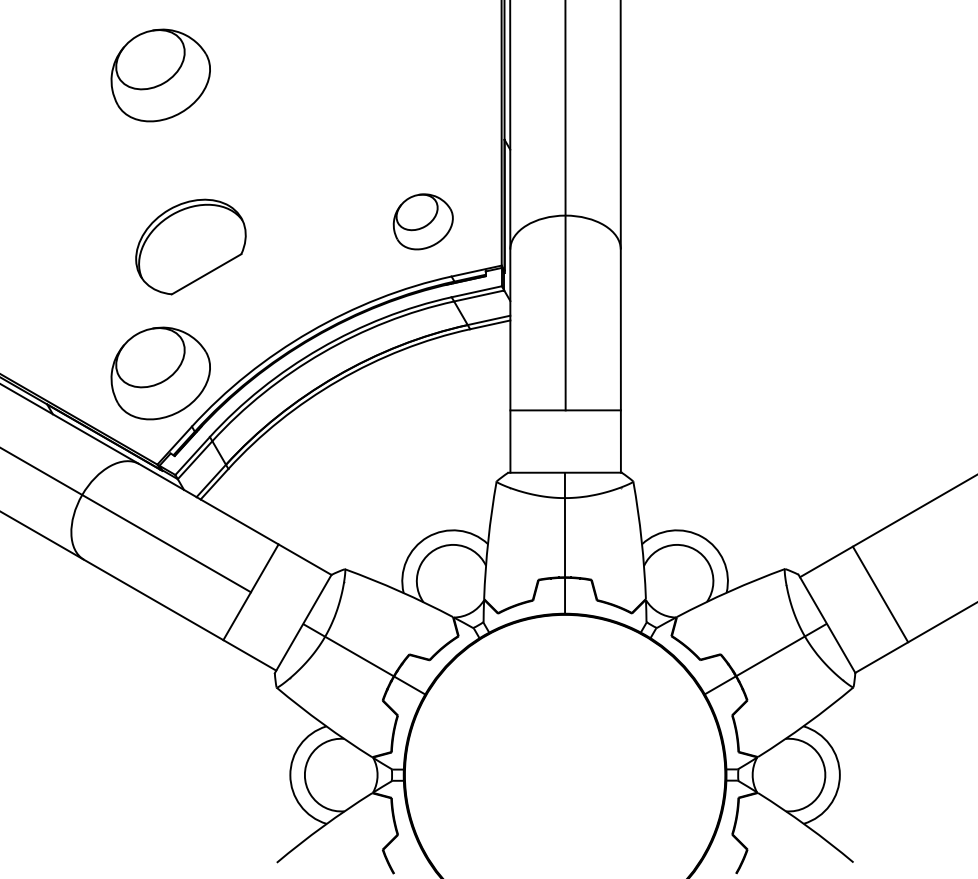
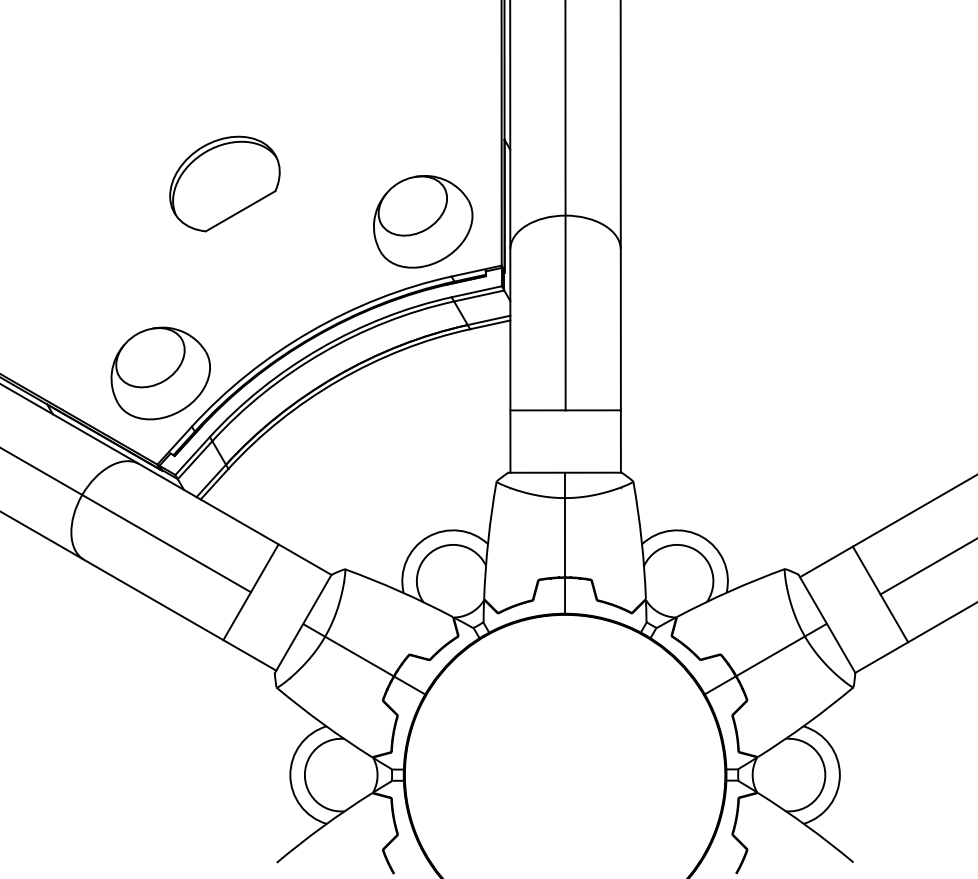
part at (160, 75): present -> none
part at (422, 221) size: 62x58 px -> 101x94 px
part at (190, 246) position: (190, 246) -> (224, 183)
line at (927, 566): none -> present
